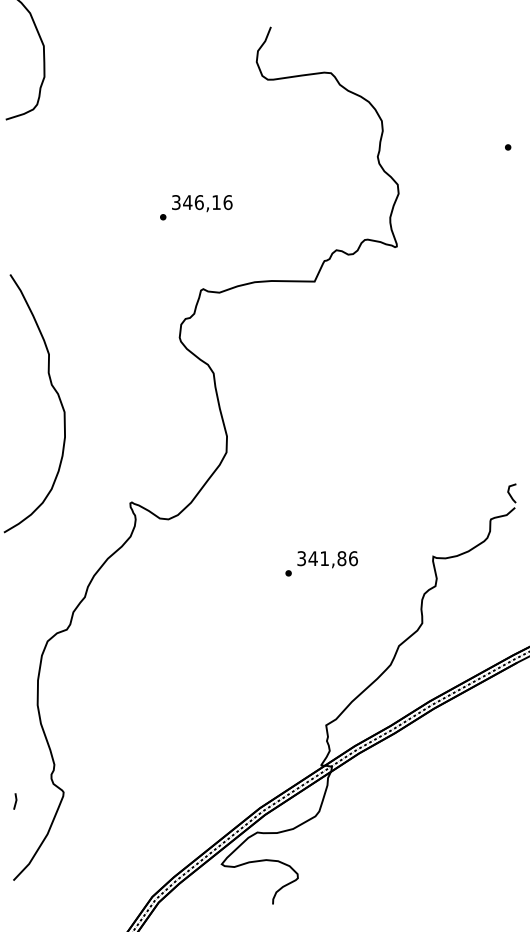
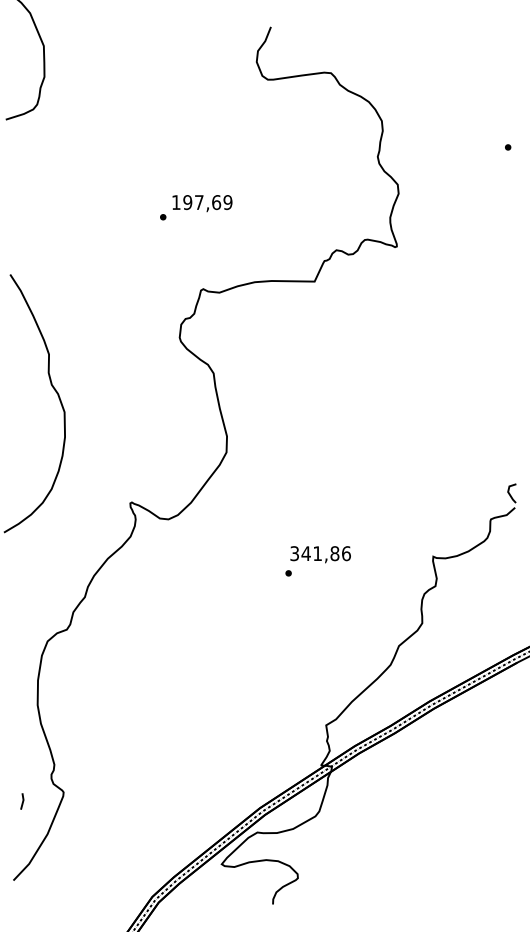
text at (202, 202): 346,16 -> 197,69
text at (327, 559) position: (327, 559) -> (320, 554)
line at (15, 801) position: (15, 801) -> (22, 801)
